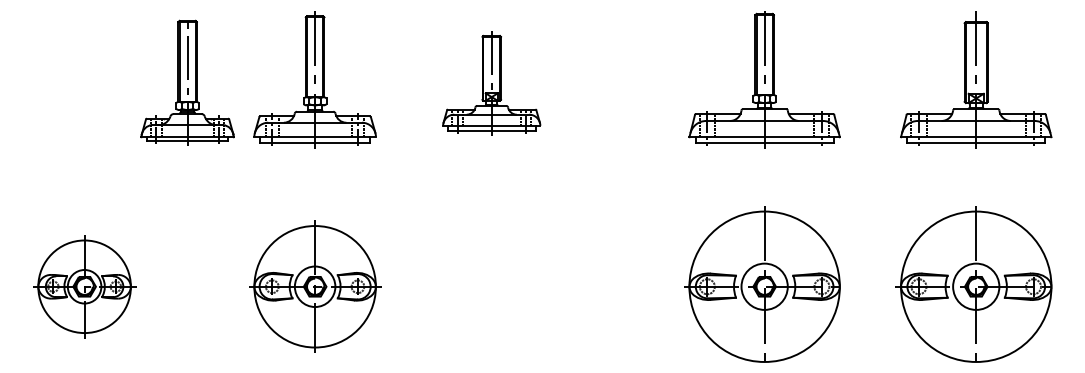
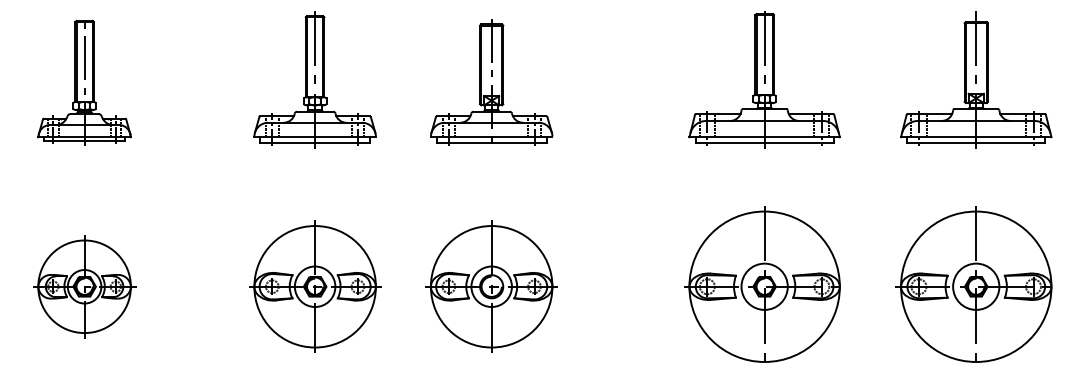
part at (187, 82) position: (187, 82) -> (84, 82)
part at (491, 83) size: 100x105 px -> 124x127 px
part at (491, 286): none -> present
